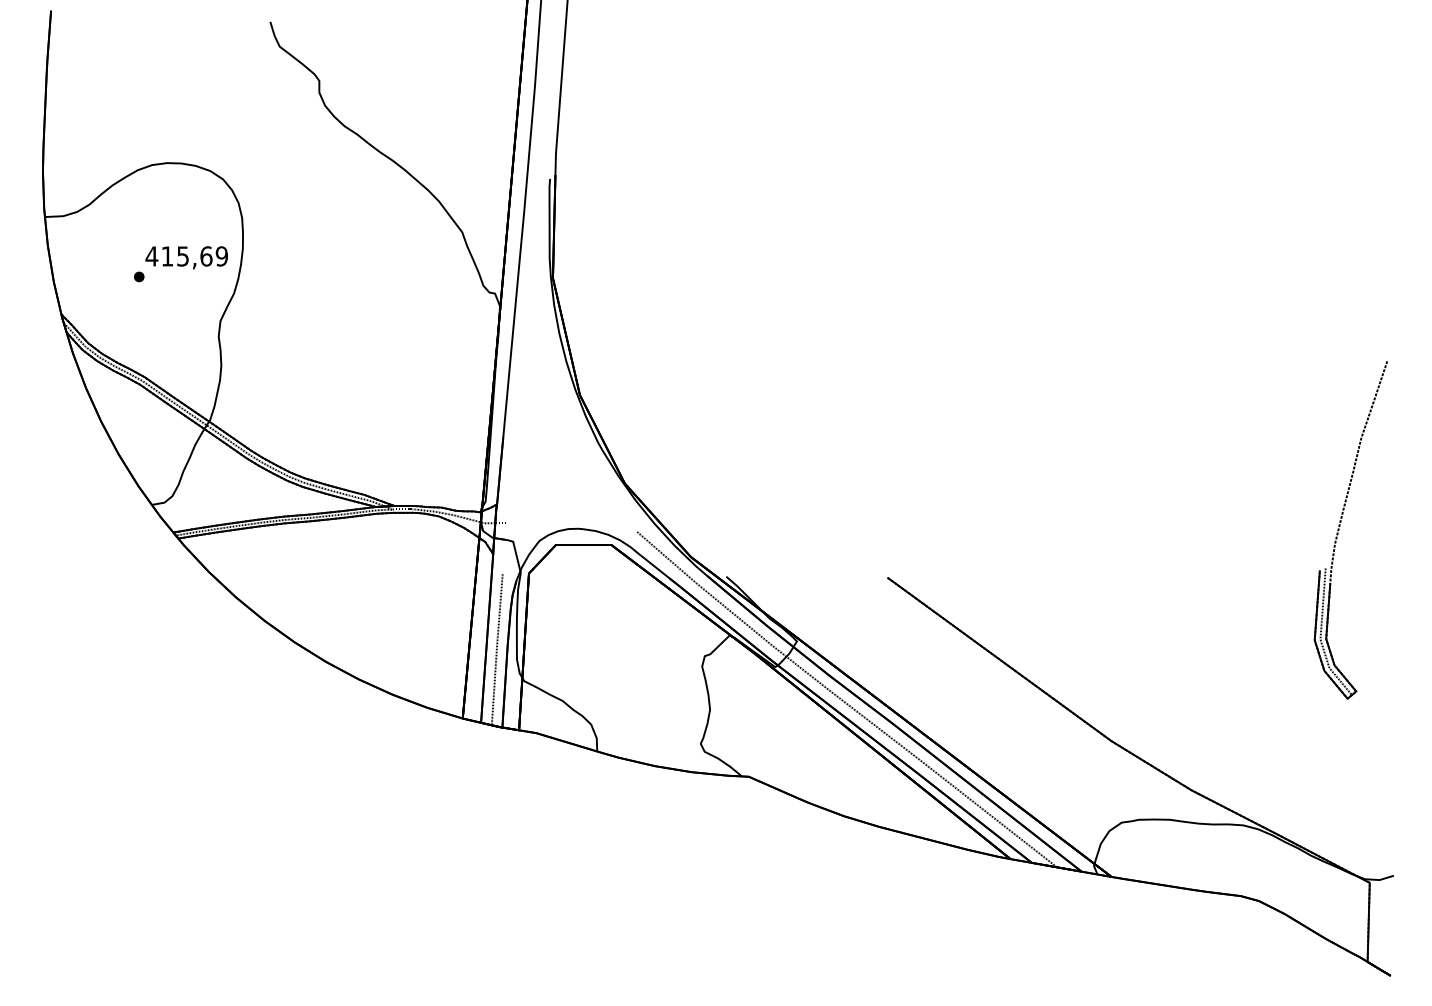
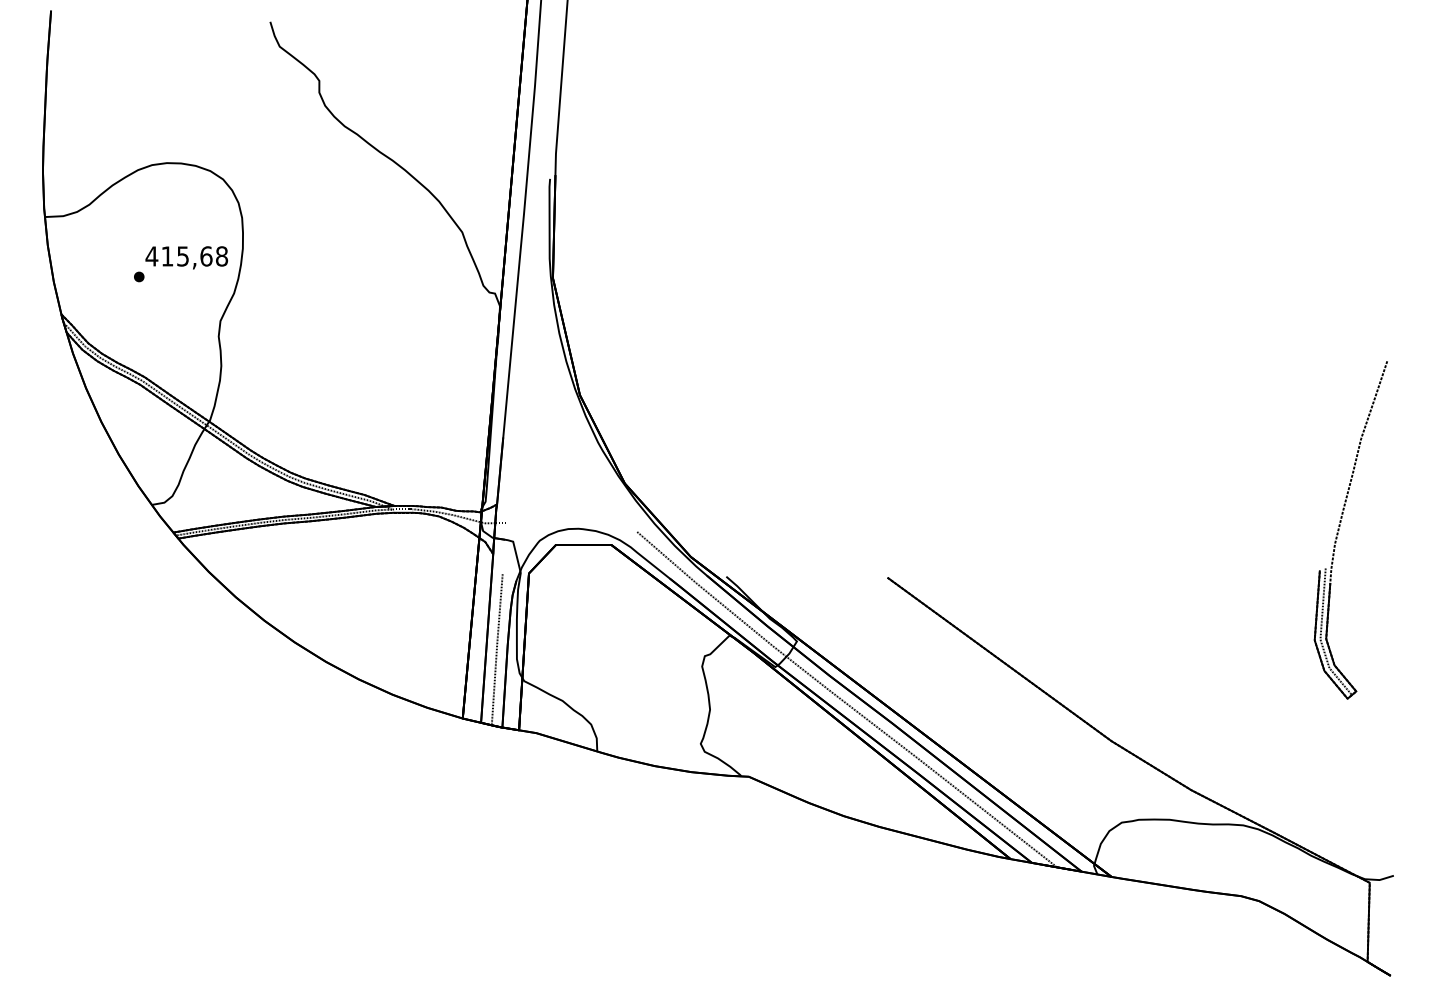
text at (221, 256): 415,69 -> 415,68
